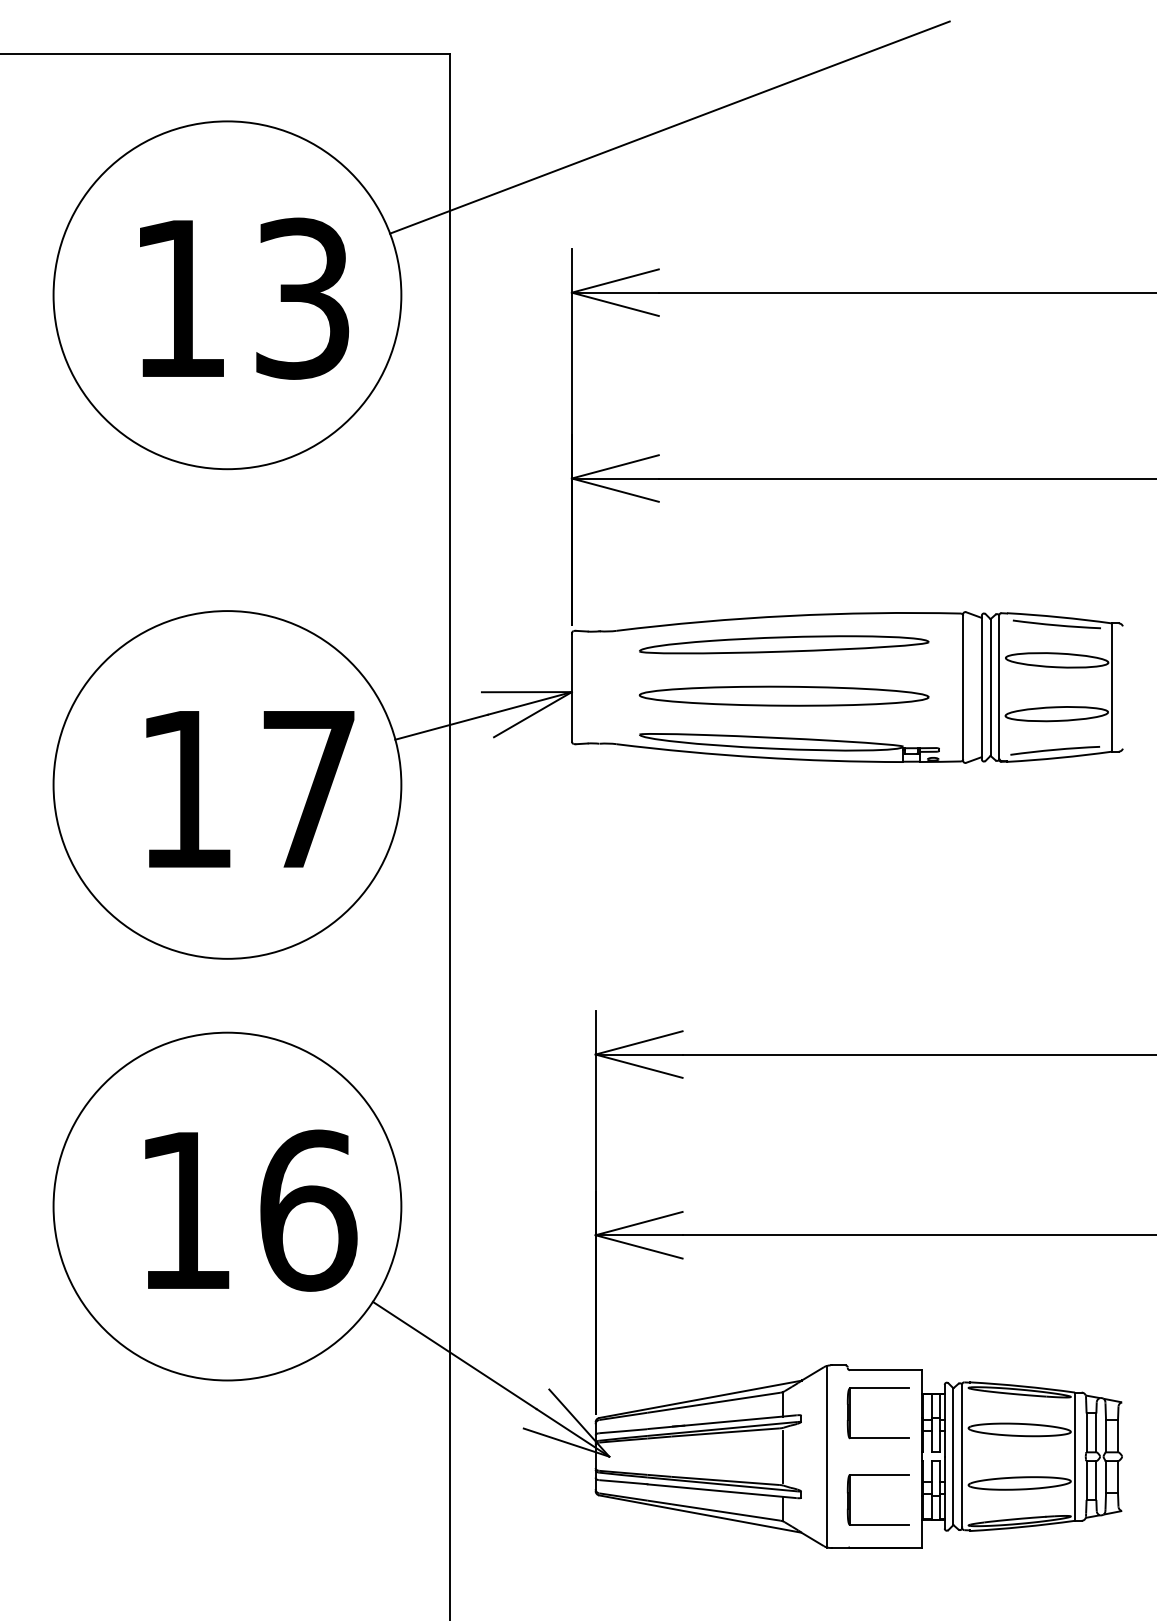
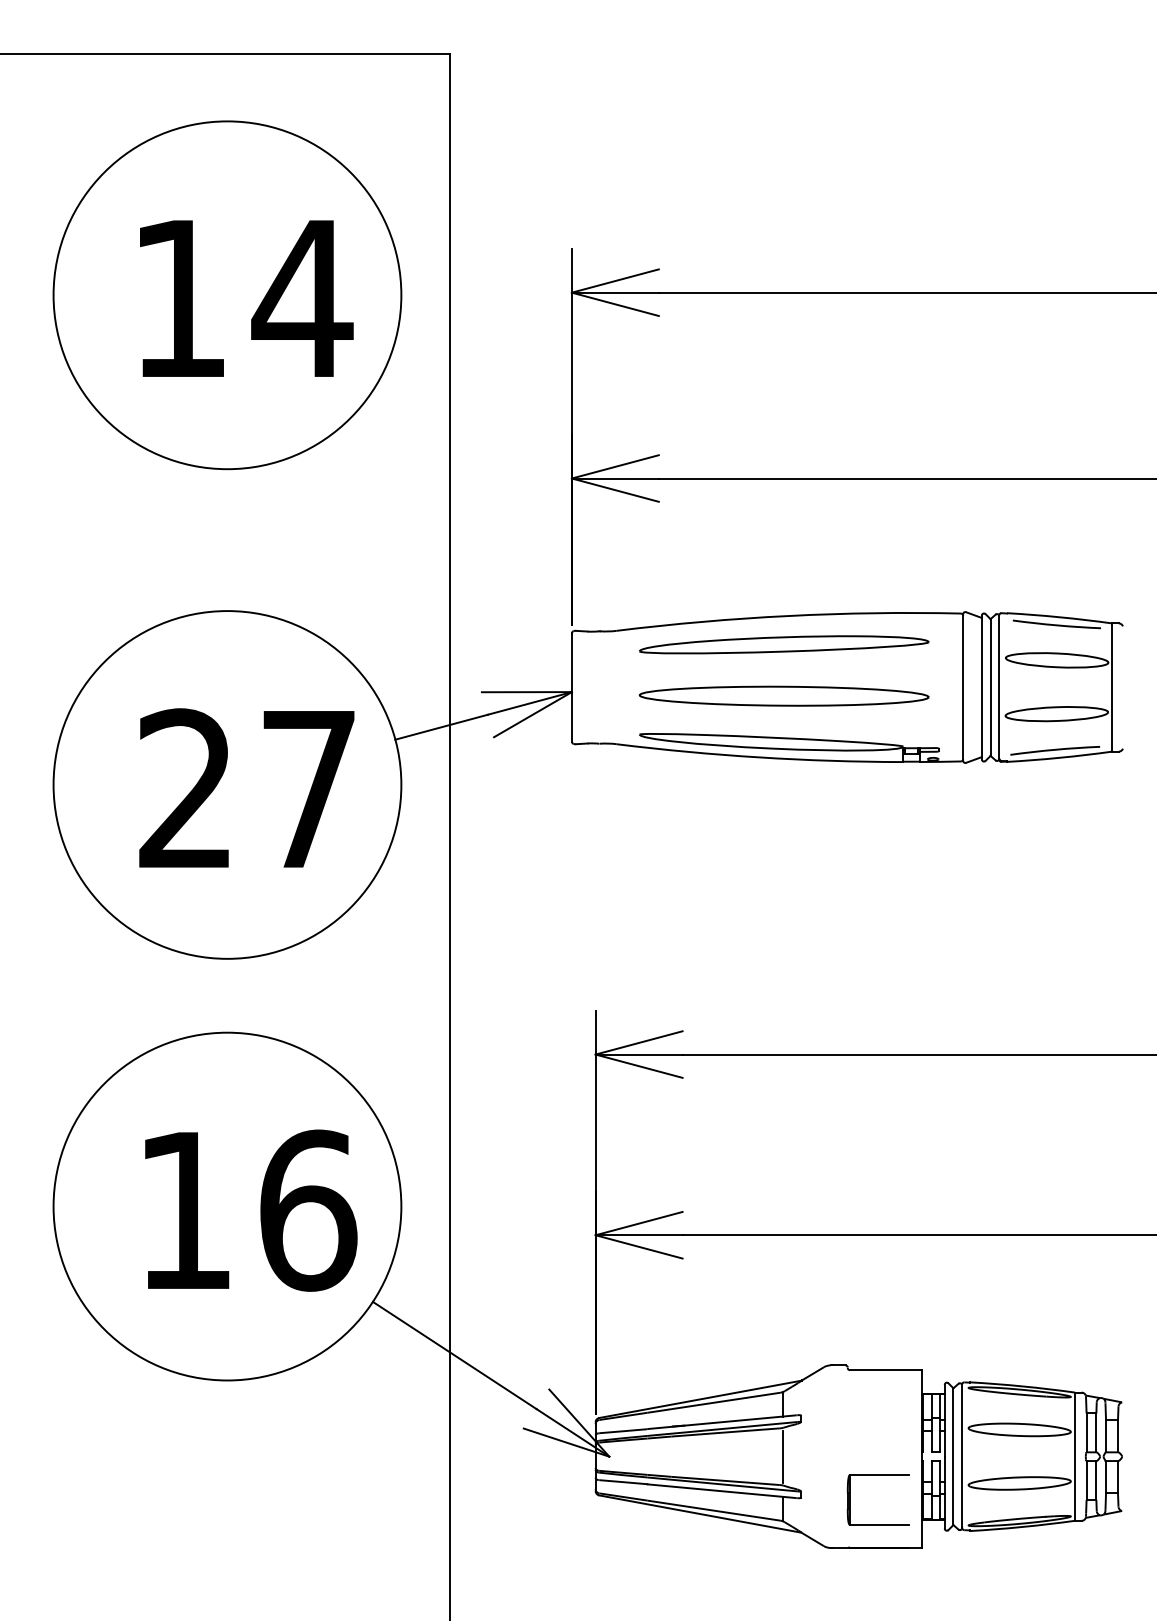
line at (669, 127): present -> none
text at (302, 298): 13 -> 14
text at (184, 787): 17 -> 27
part at (877, 1437): present -> none
line at (827, 1456): present -> none
